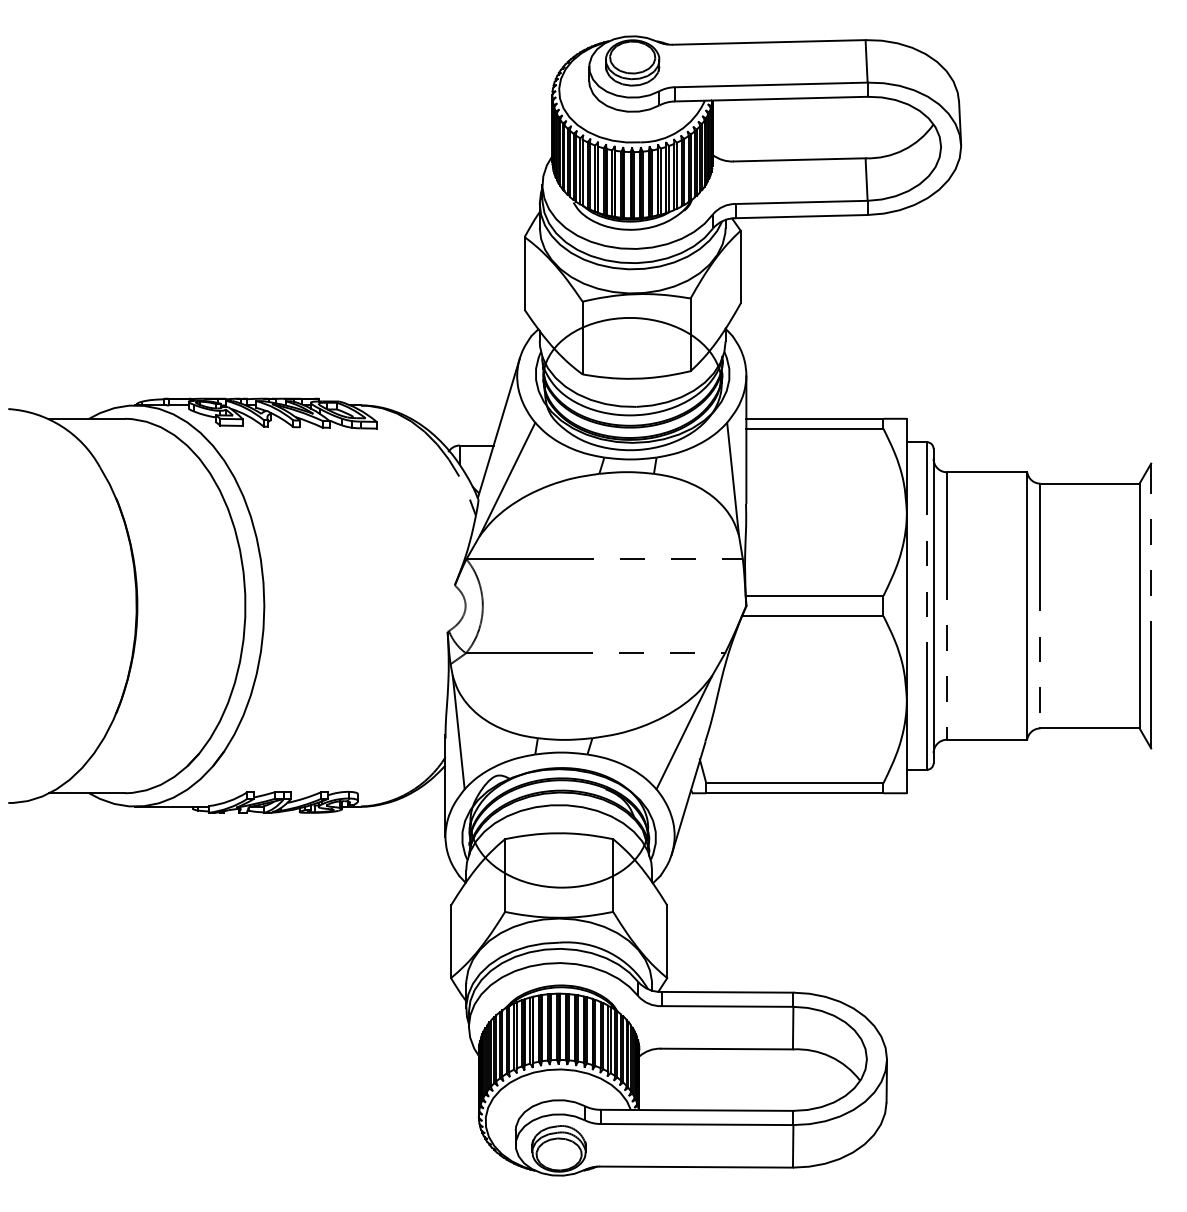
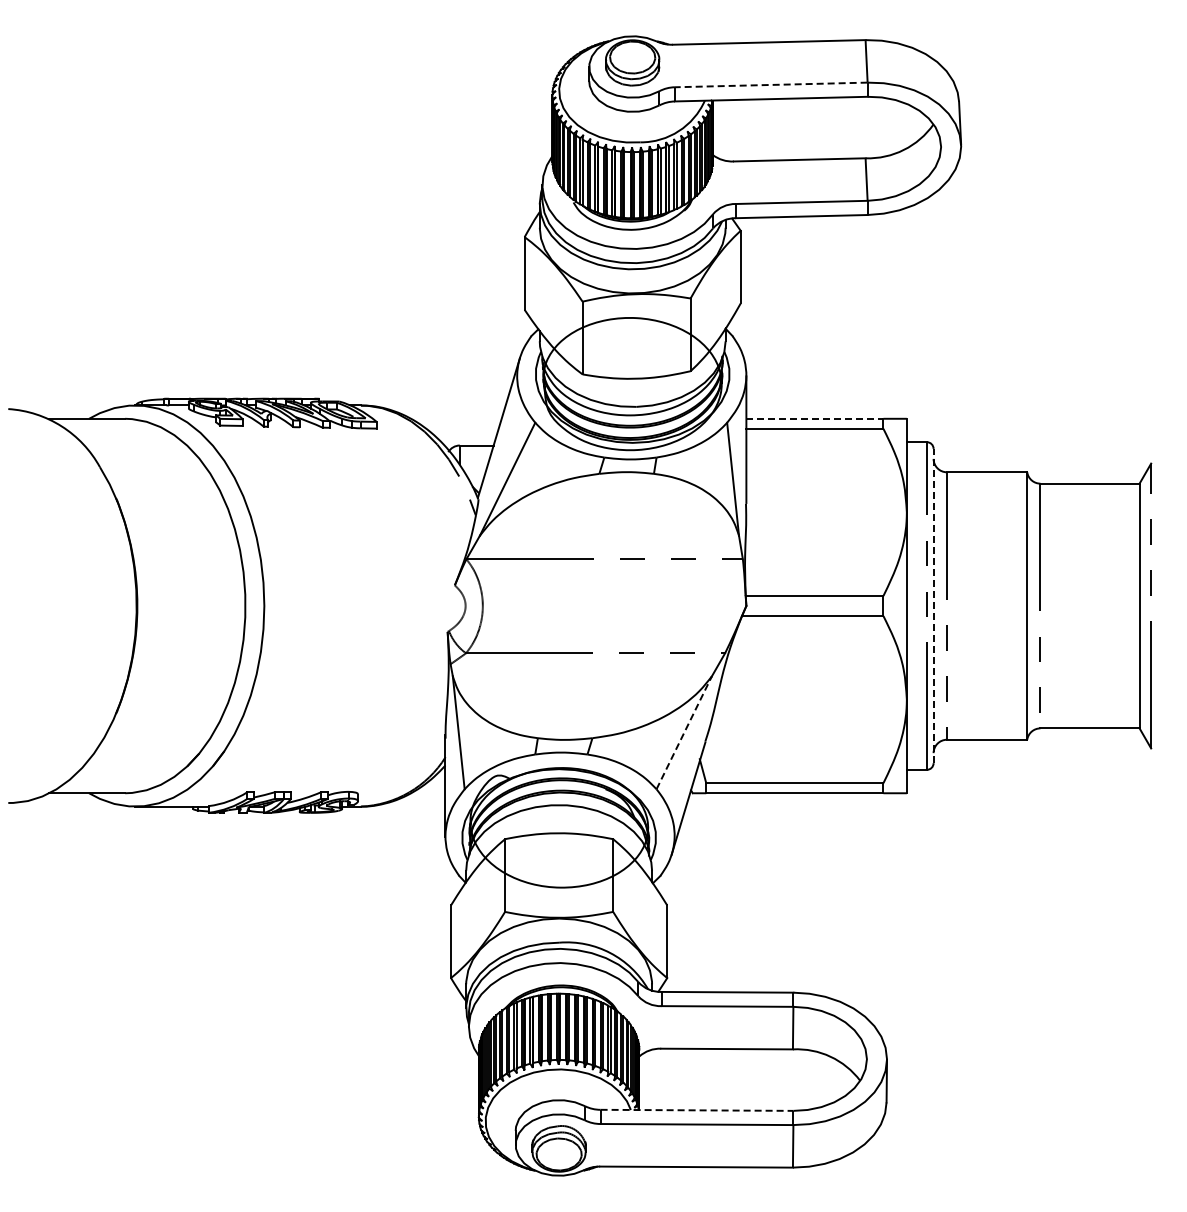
line at (770, 84): solid -> dashed
line at (814, 418): solid -> dashed
line at (933, 605): solid -> dashed
line at (684, 732): solid -> dashed
line at (697, 1110): solid -> dashed
